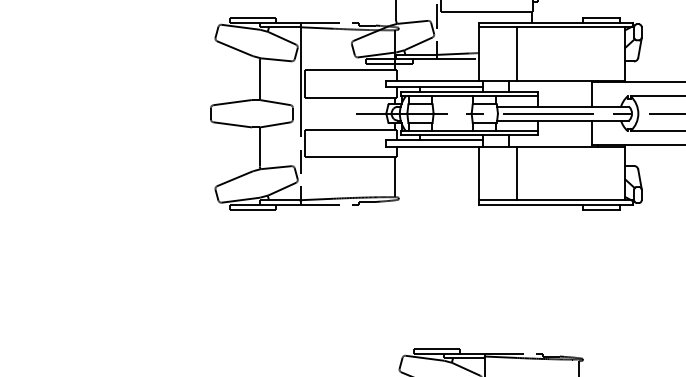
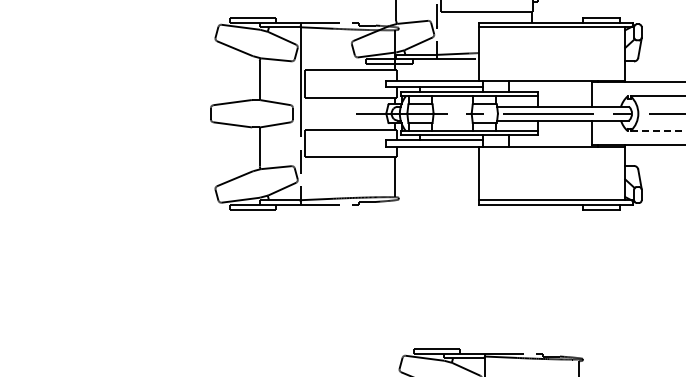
line at (517, 53): present -> none
line at (658, 130): solid -> dashed
line at (517, 173): present -> none
